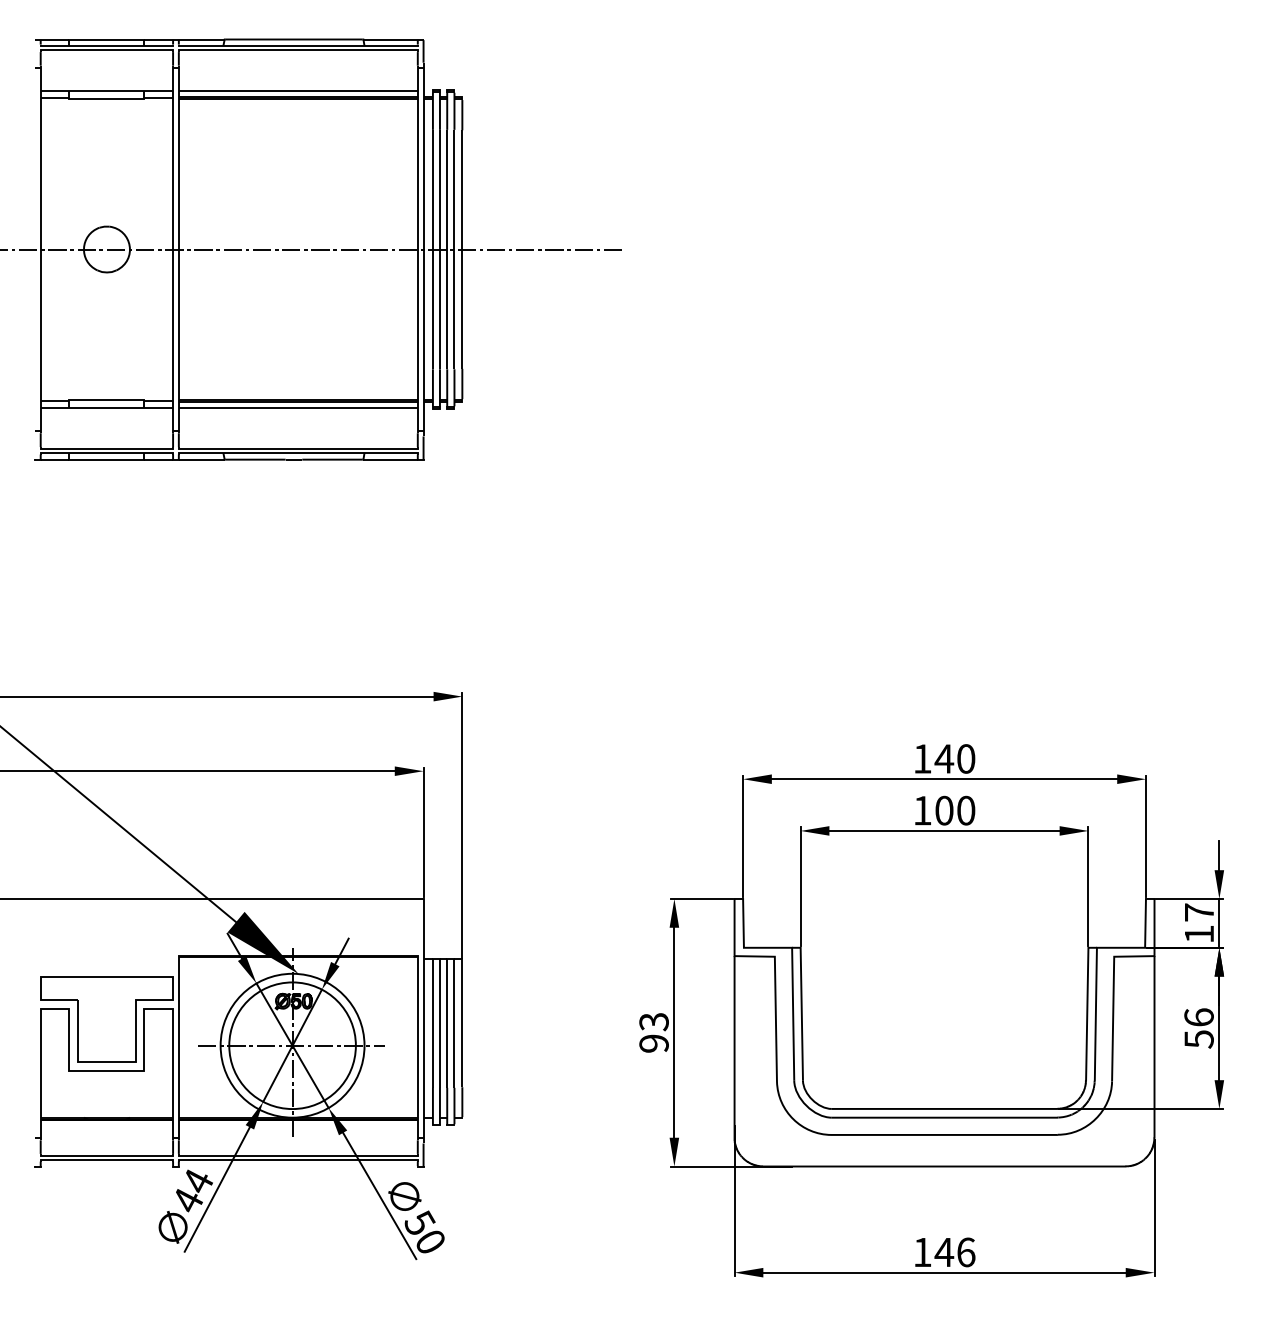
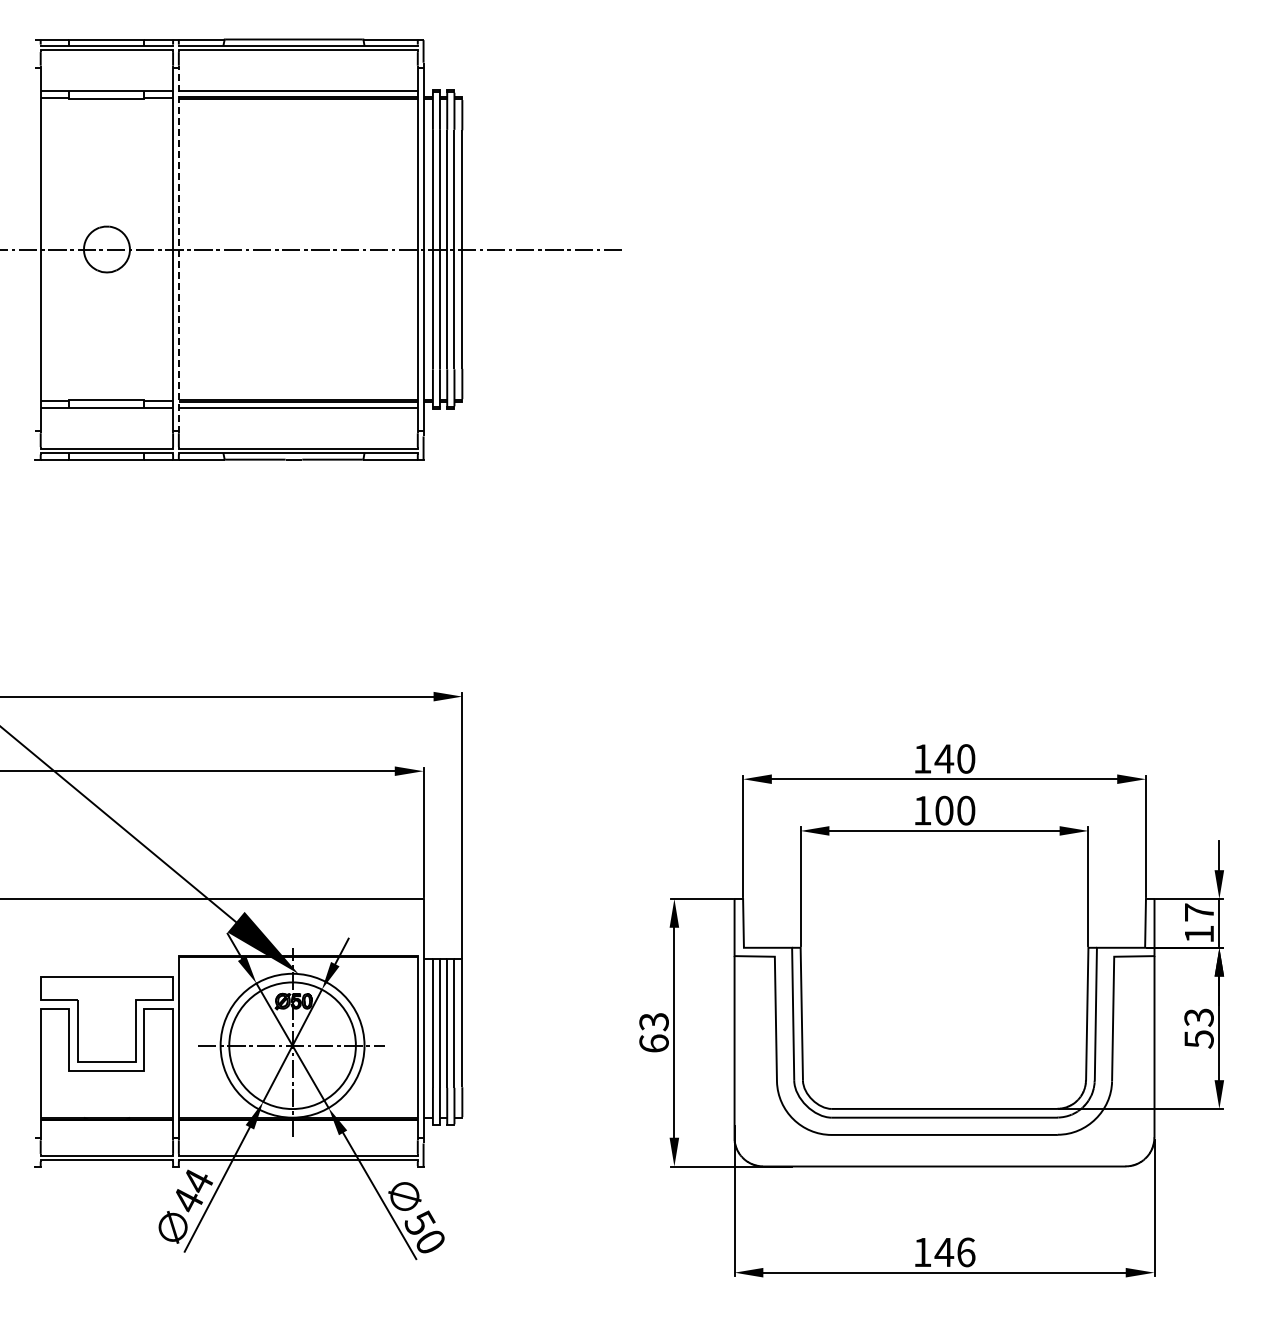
line at (178, 249): solid -> dashed
text at (1198, 1017): 56 -> 53
text at (653, 1043): 93 -> 63
